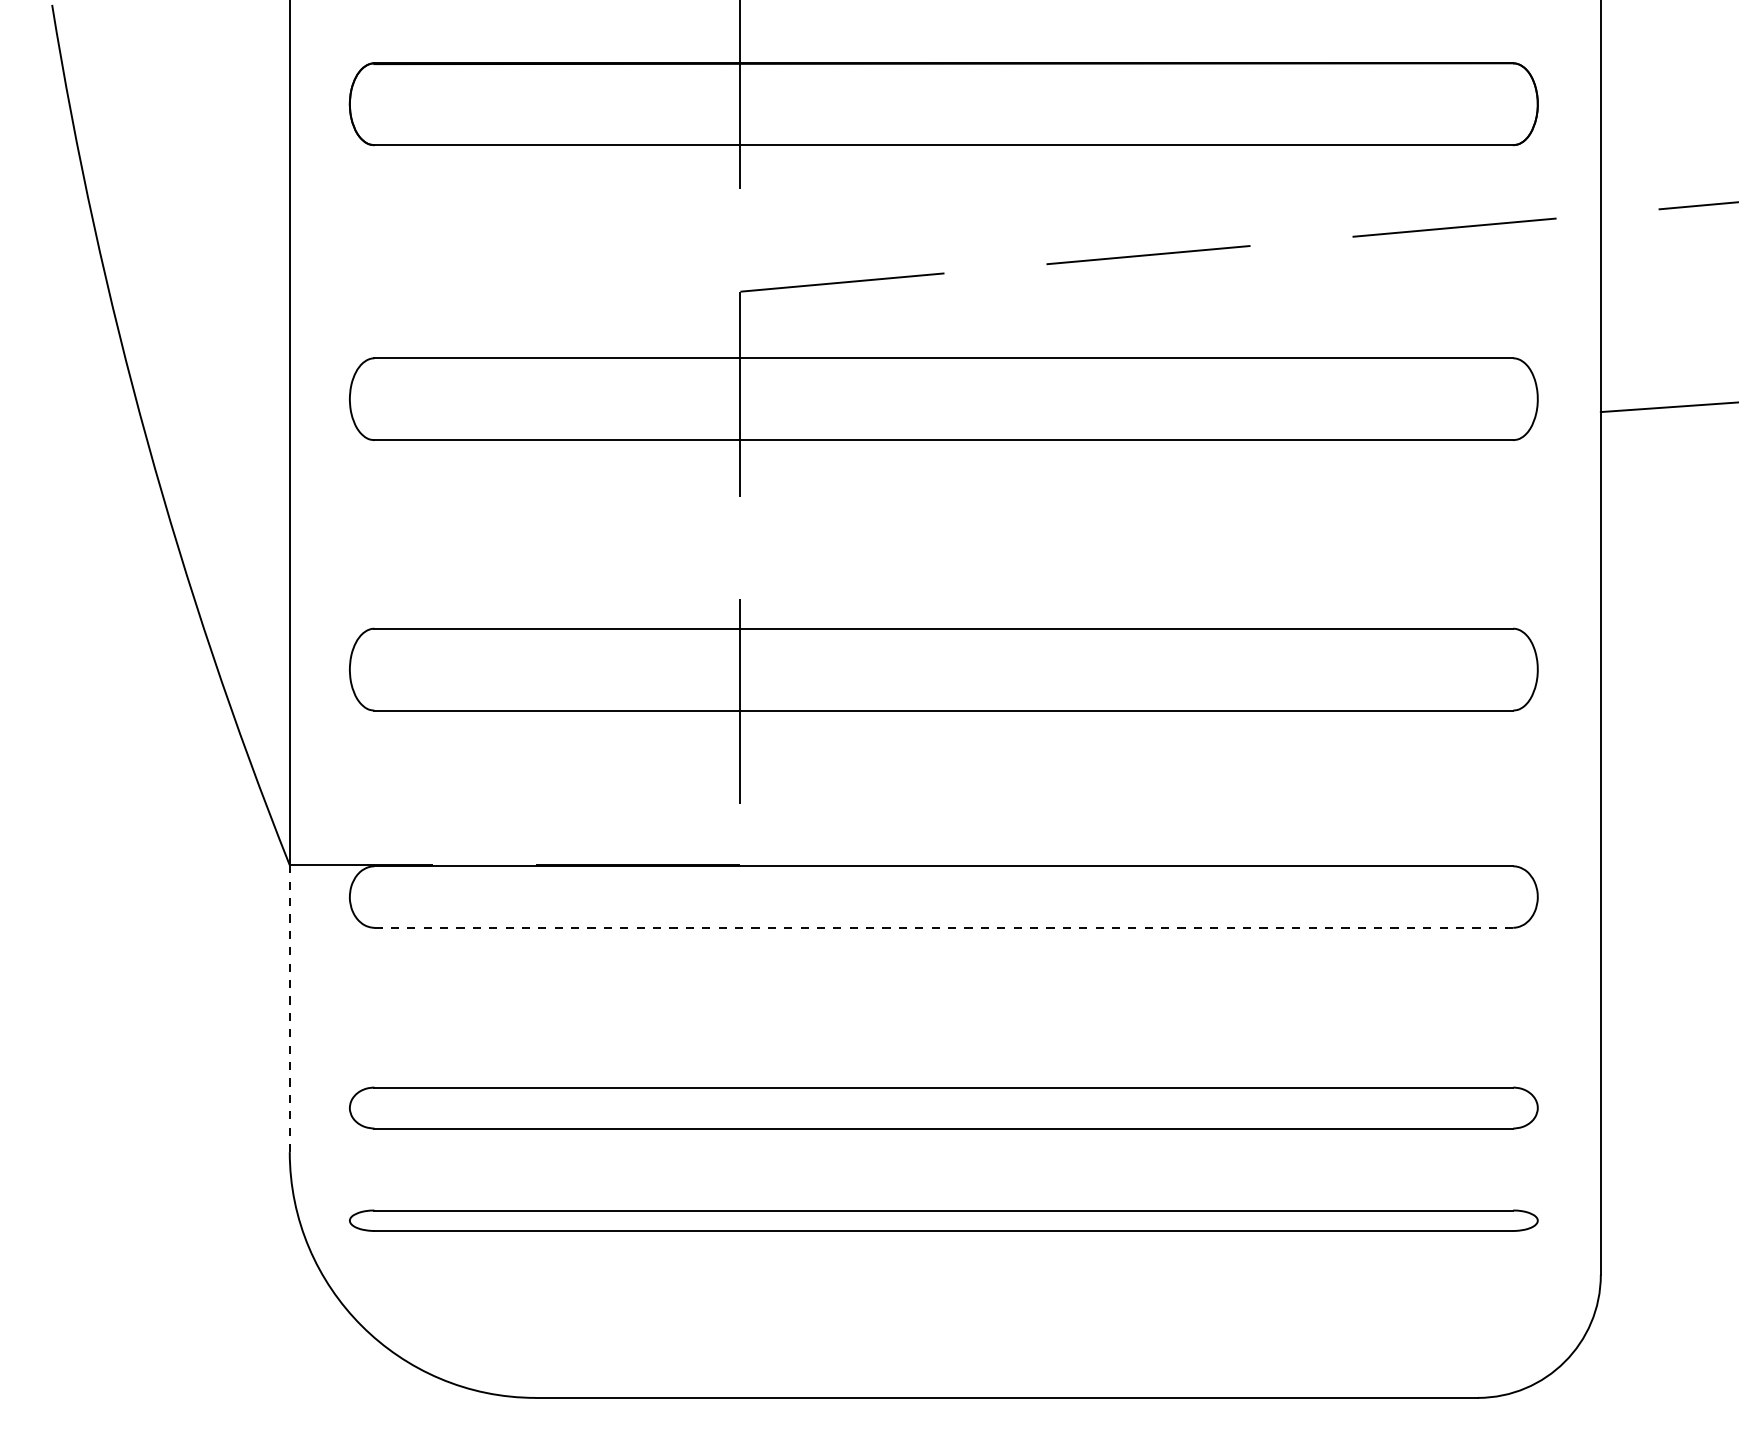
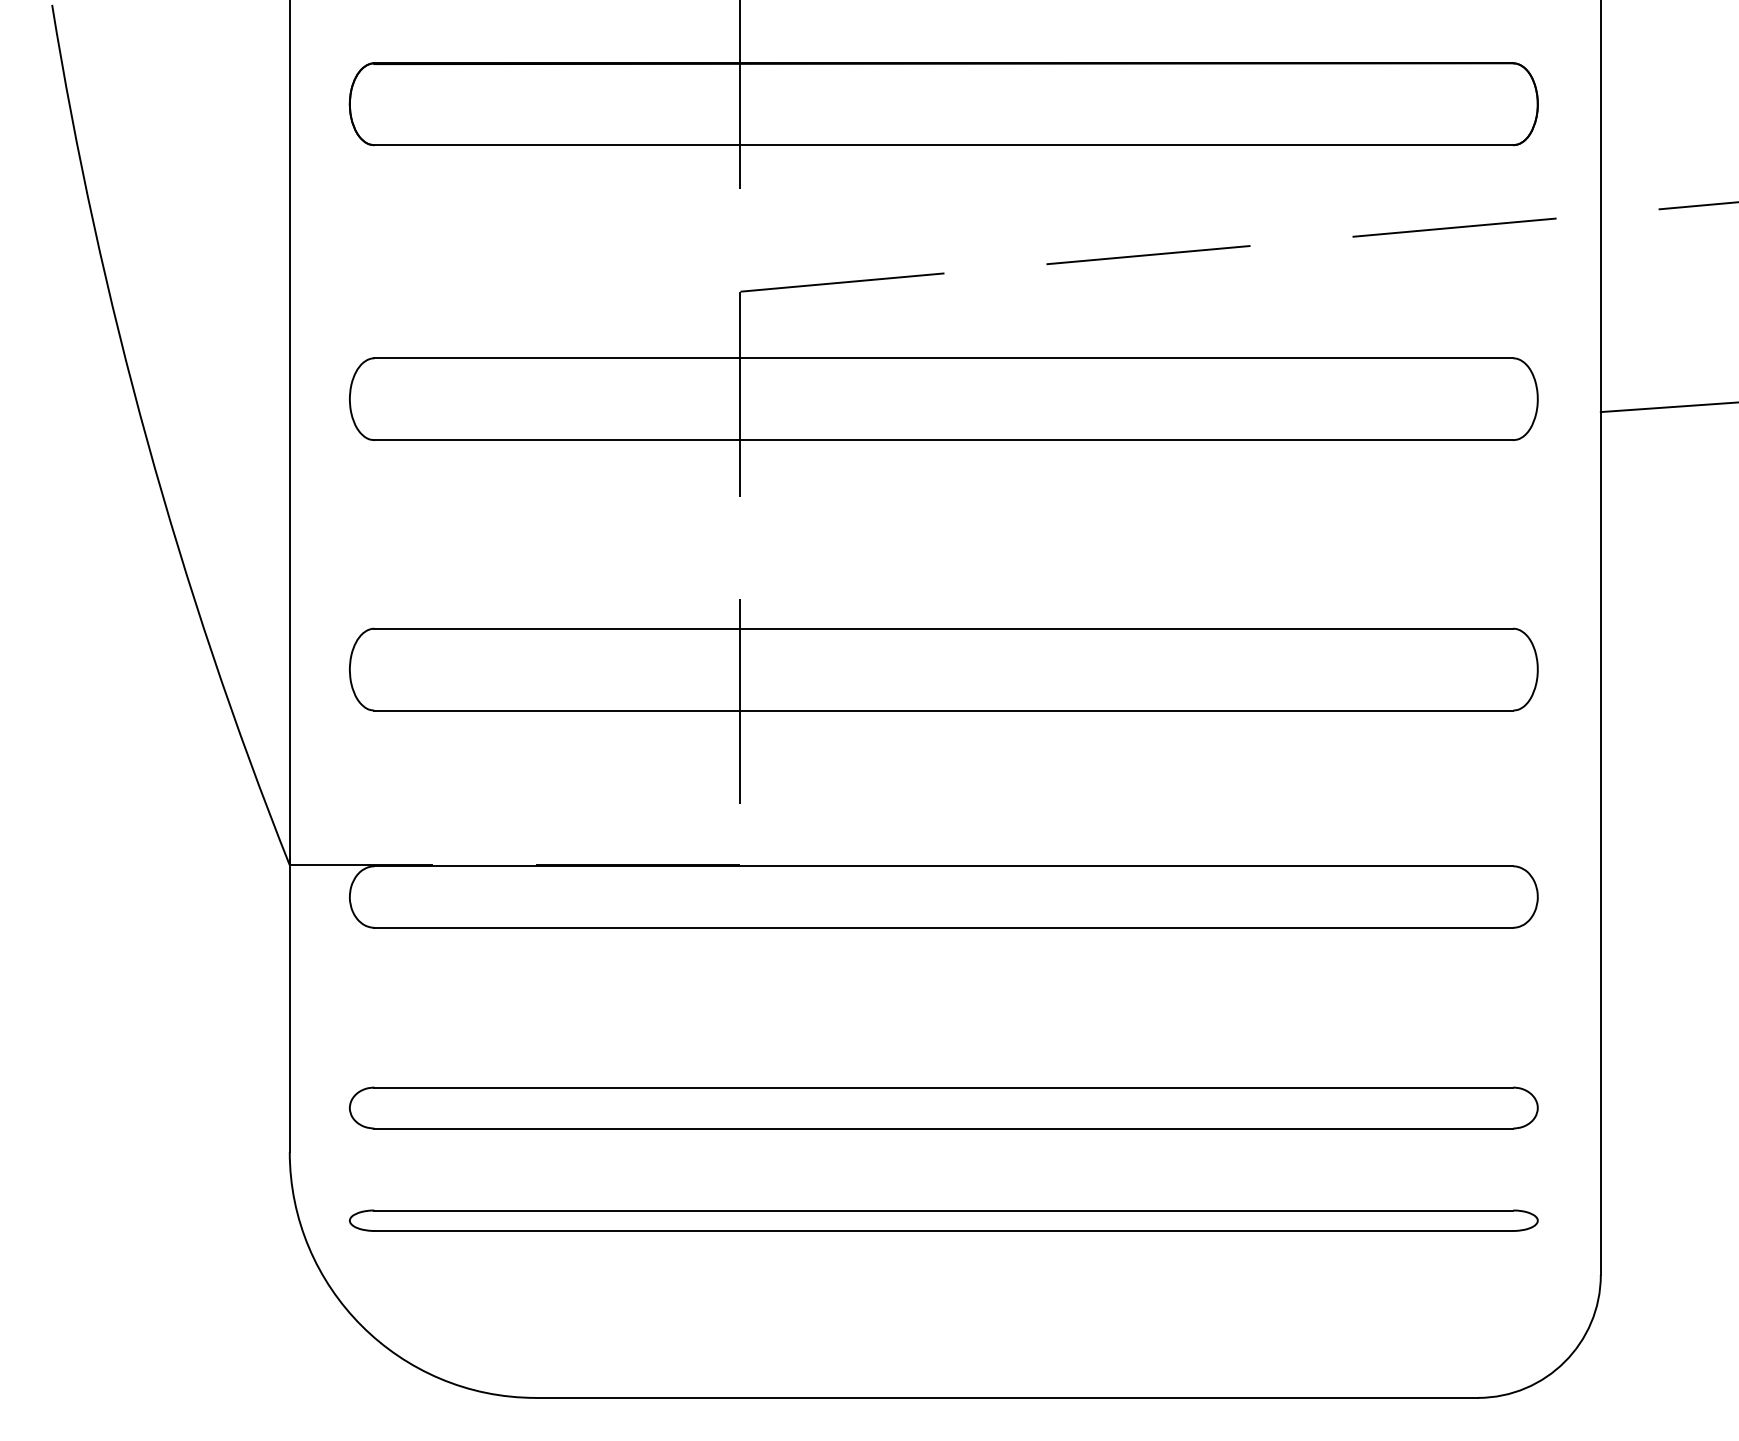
line at (944, 927): dashed -> solid
line at (289, 1004): dashed -> solid
